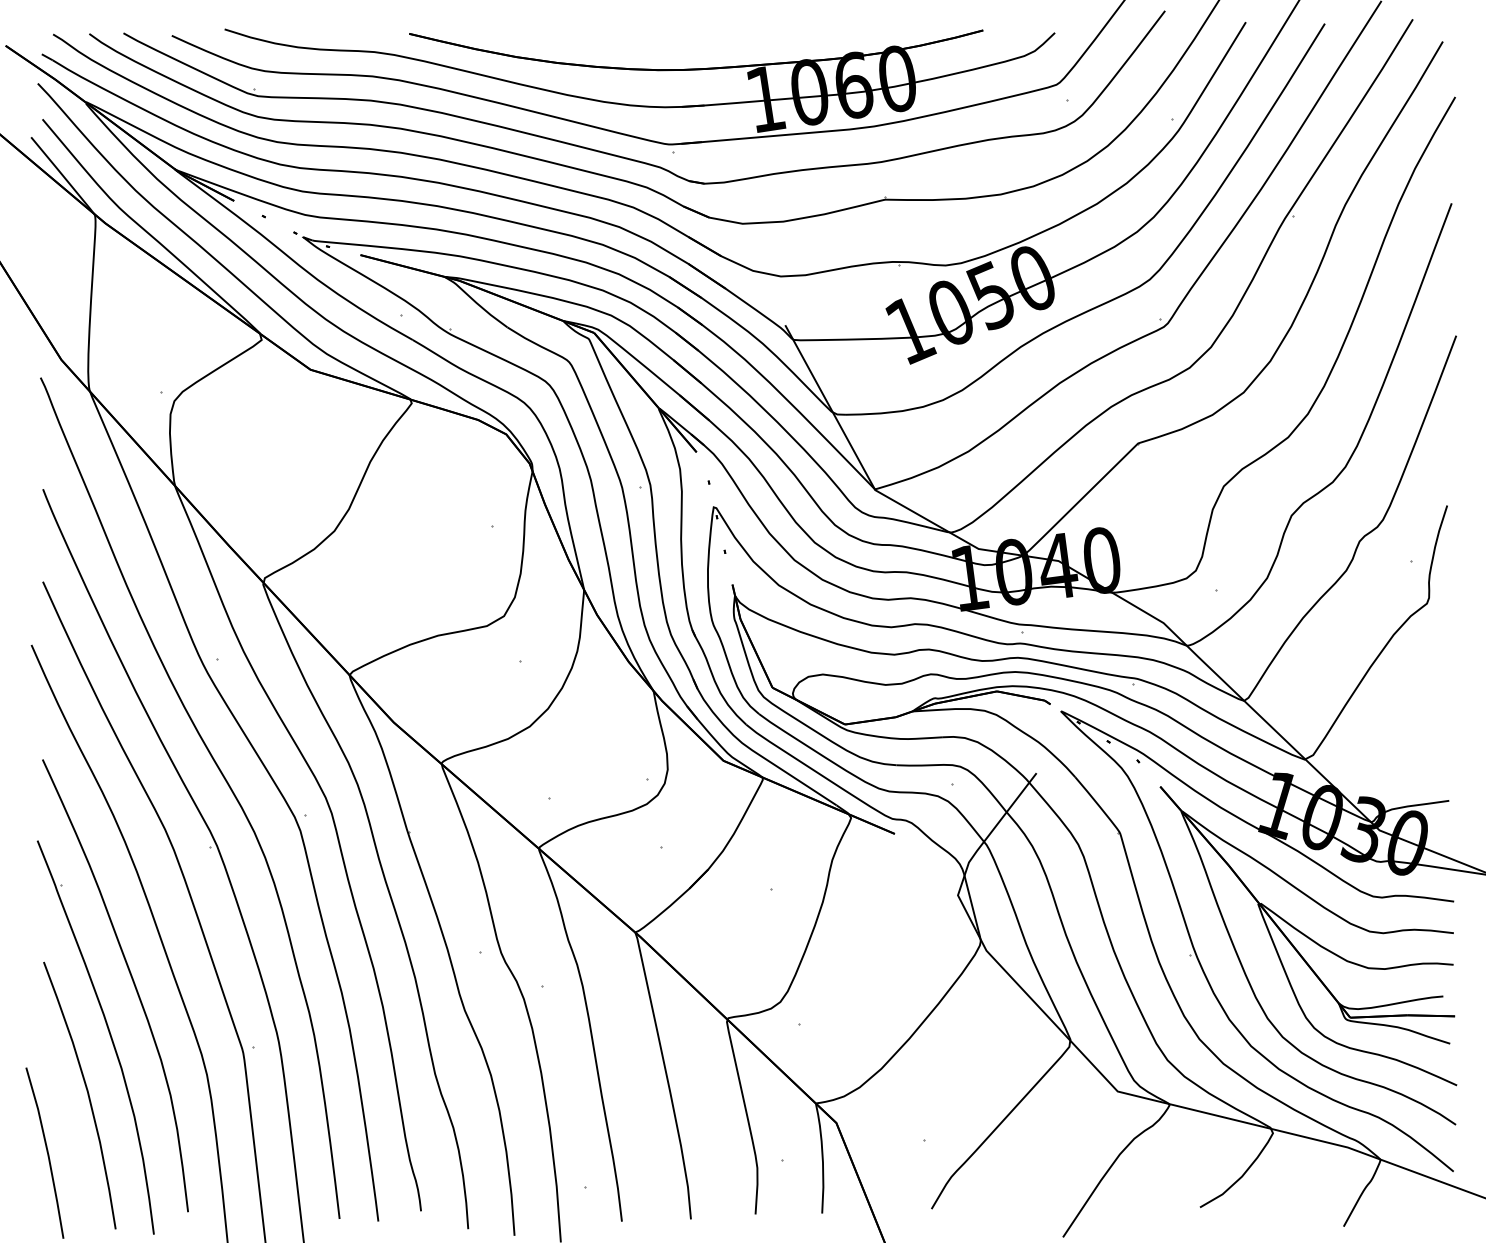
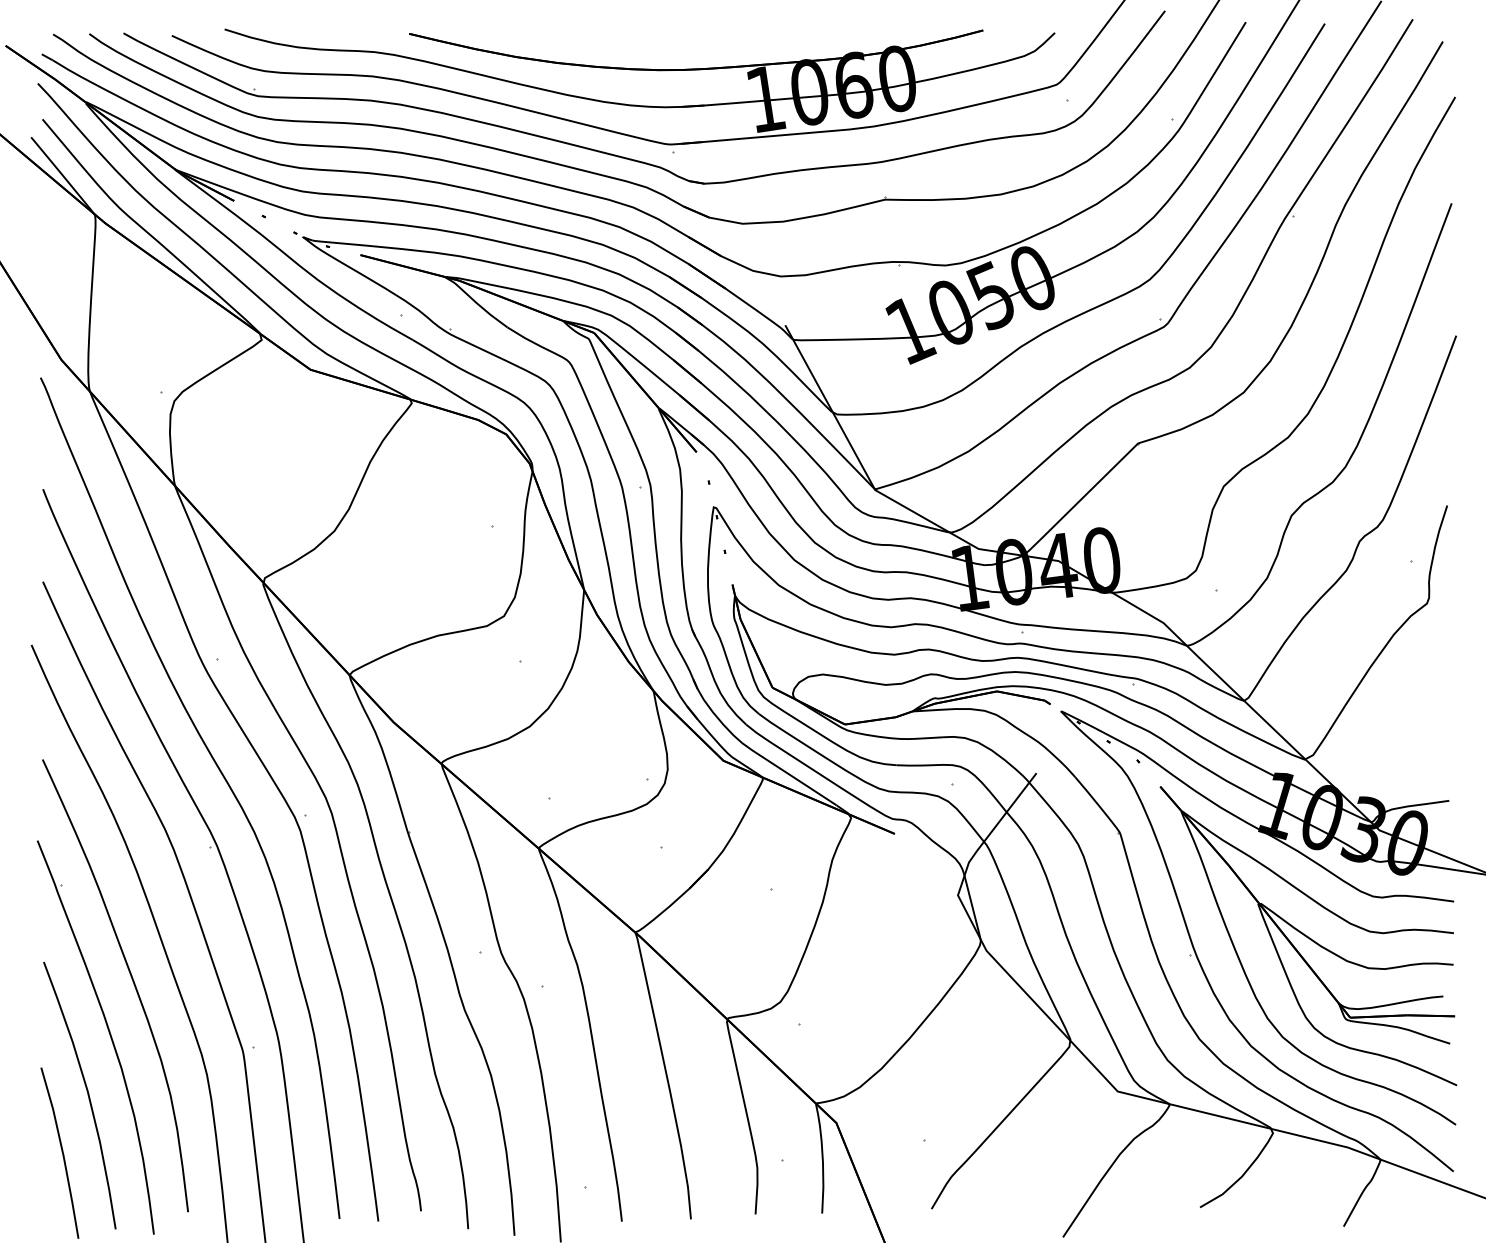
line at (46, 1152) position: (46, 1152) -> (61, 1152)
